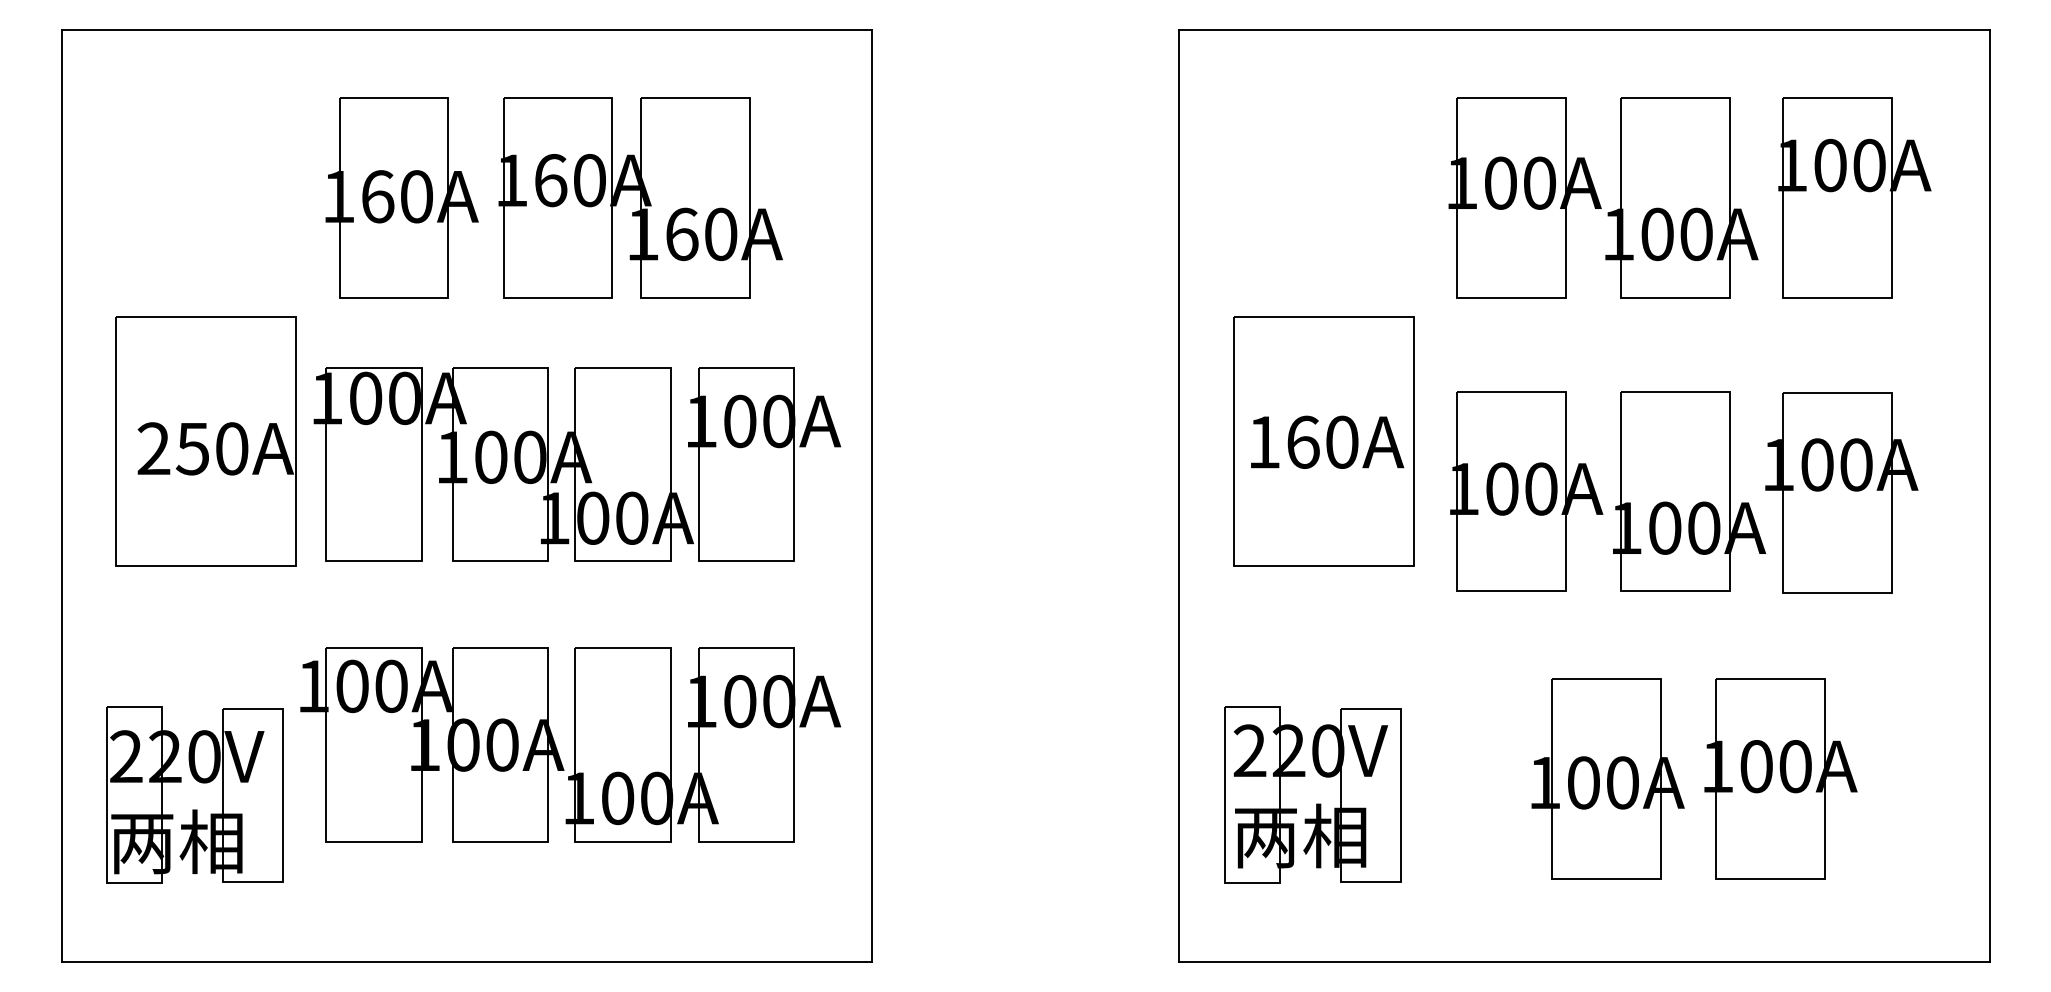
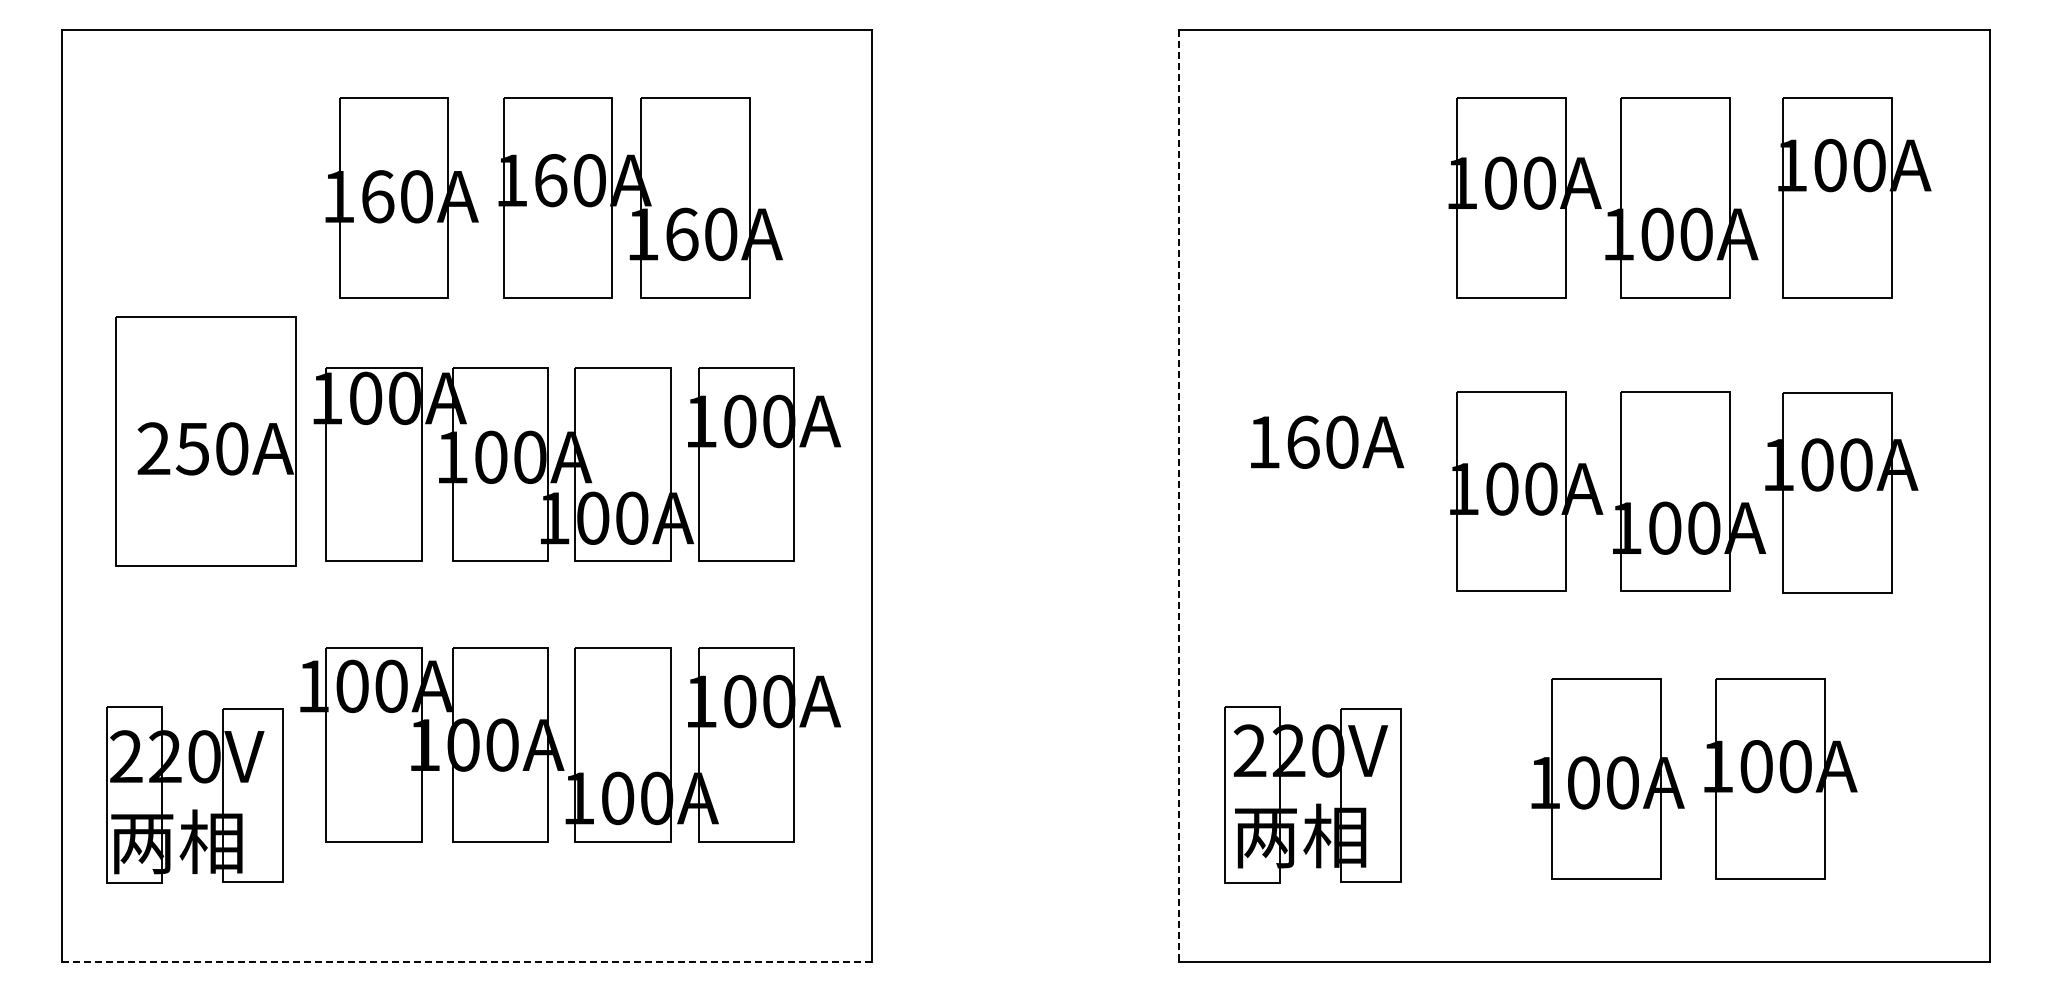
part at (1323, 441): present -> none
line at (1179, 496): solid -> dashed
line at (467, 962): solid -> dashed
